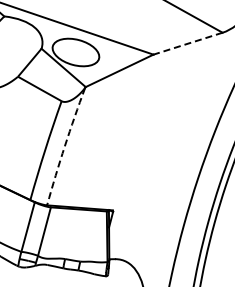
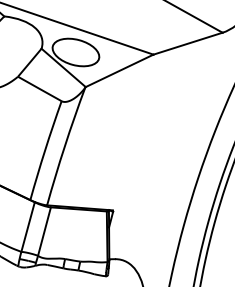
line at (187, 43): dashed -> solid
arc at (64, 146): dashed -> solid
